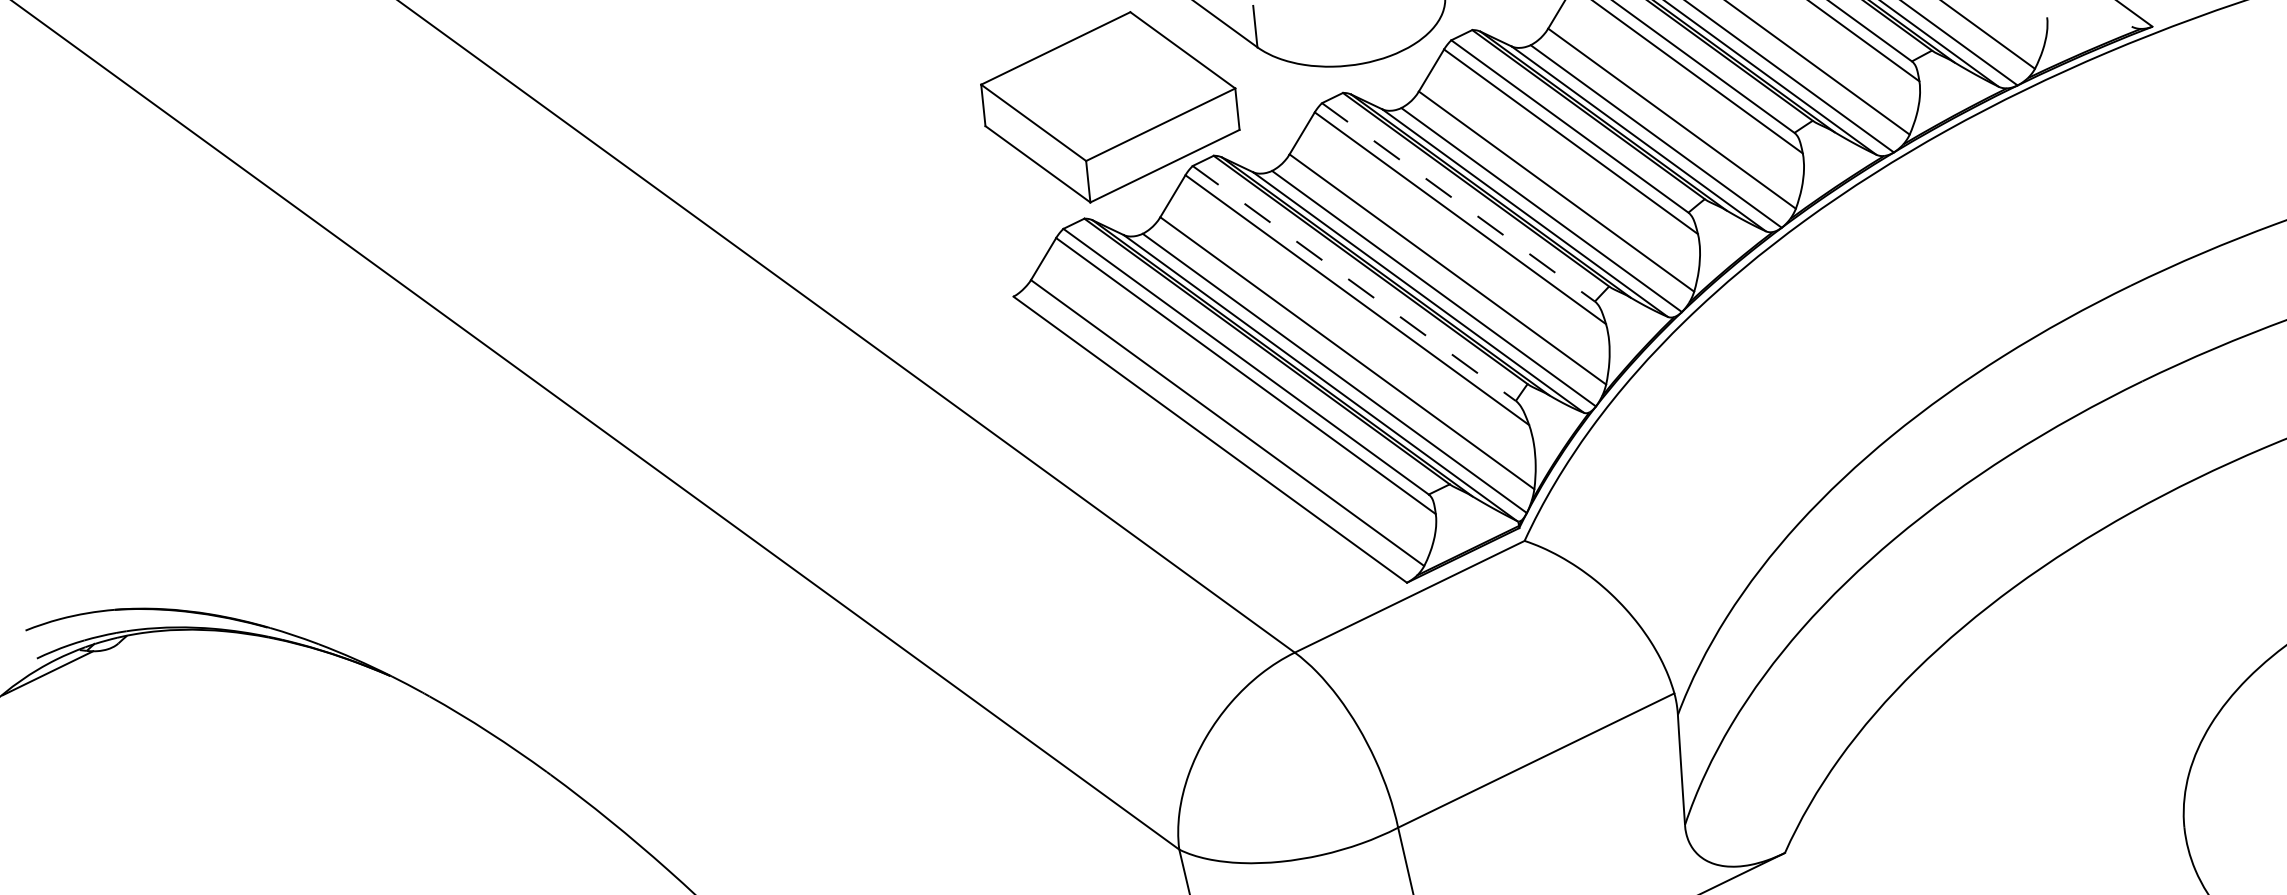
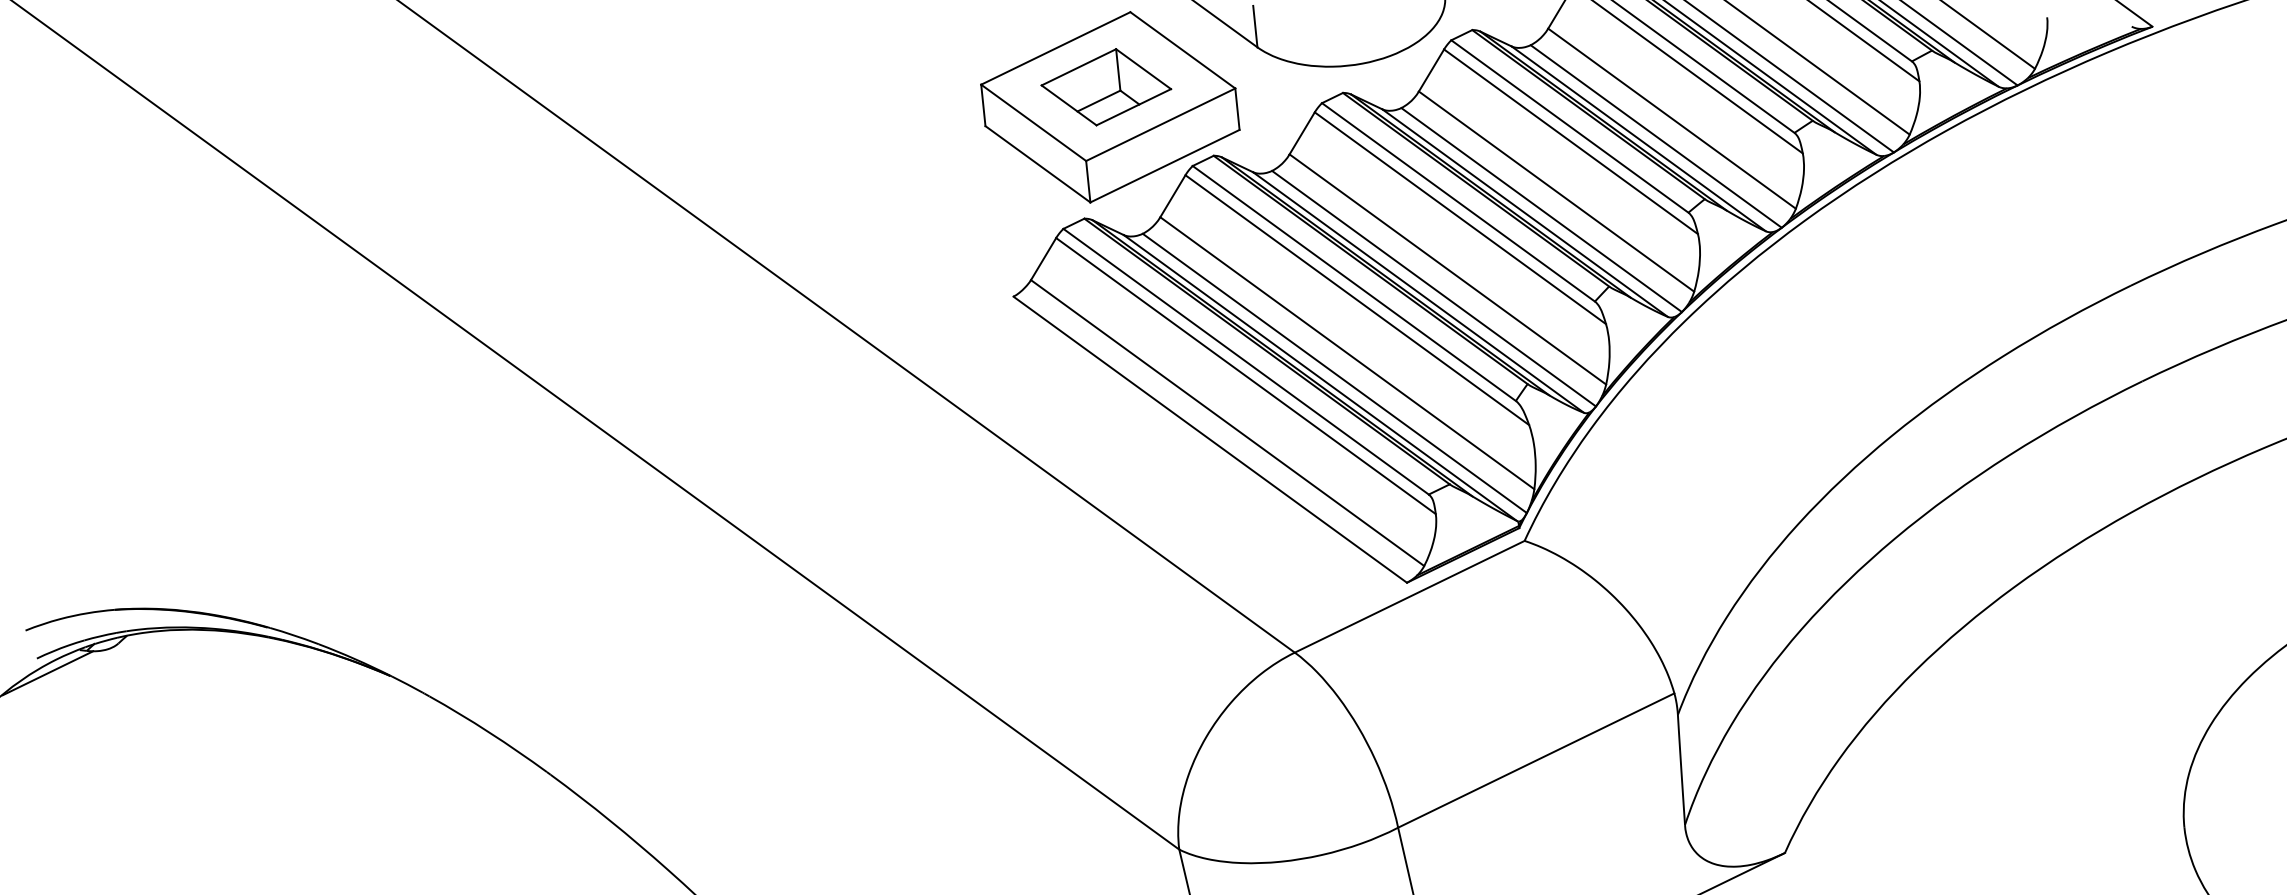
part at (1106, 87): none -> present
line at (1458, 202): dashed -> solid
line at (1354, 283): dashed -> solid
